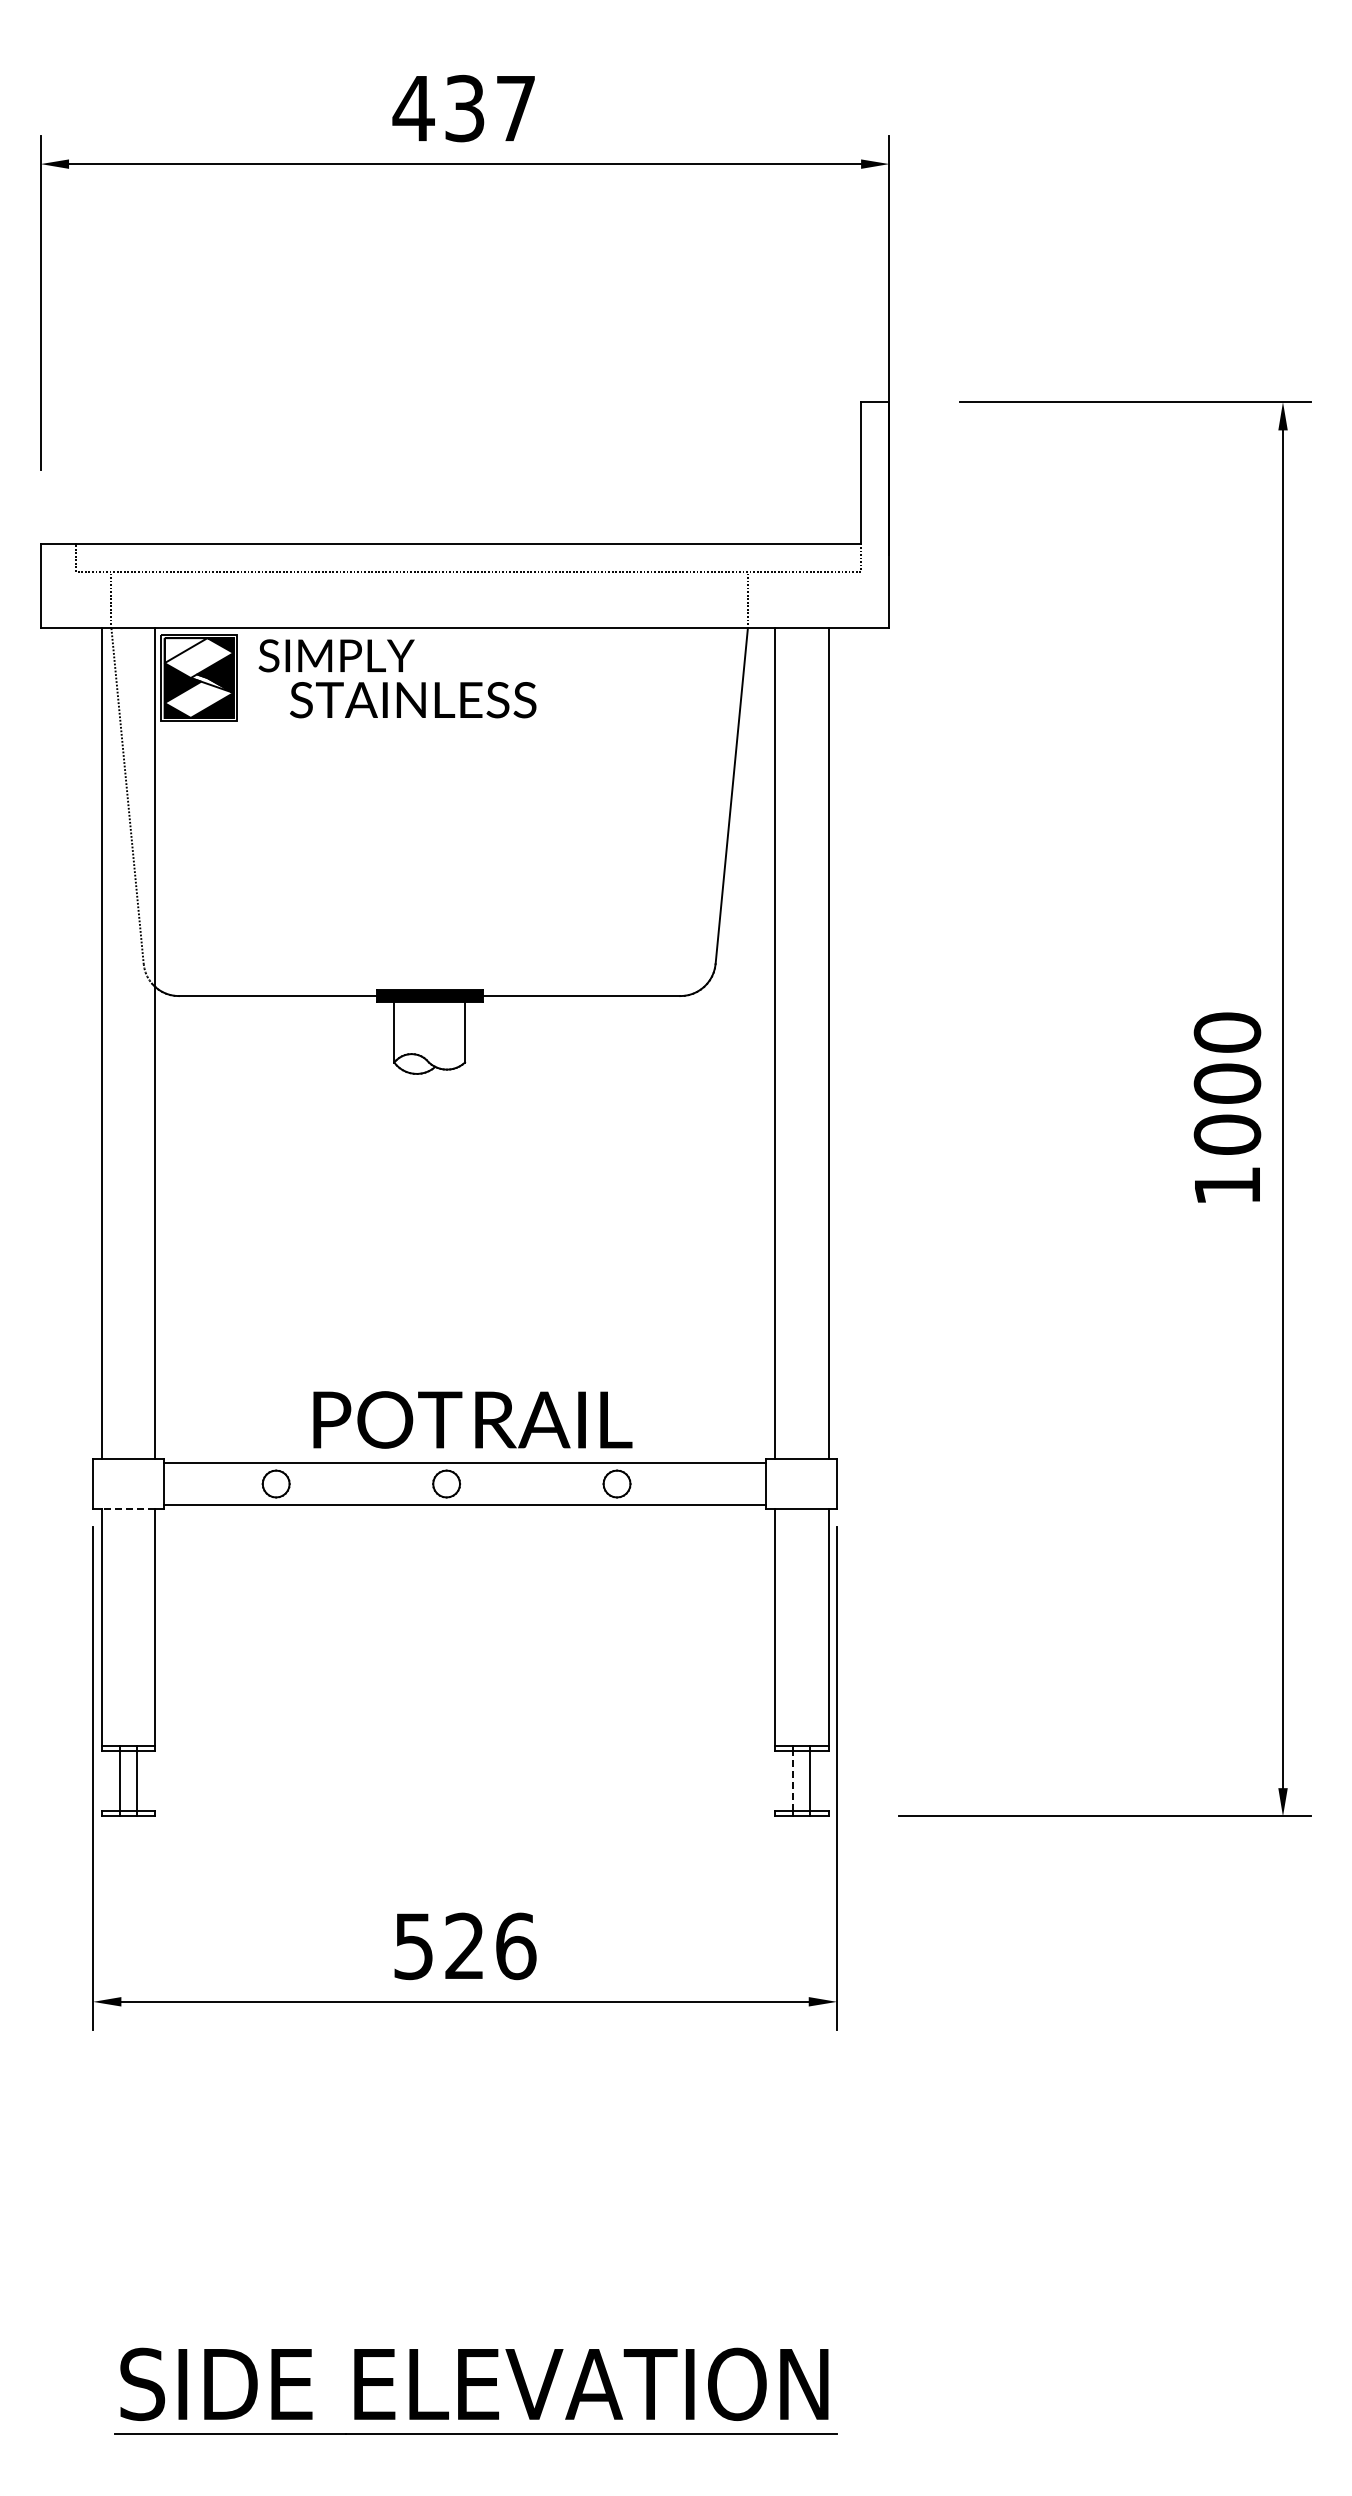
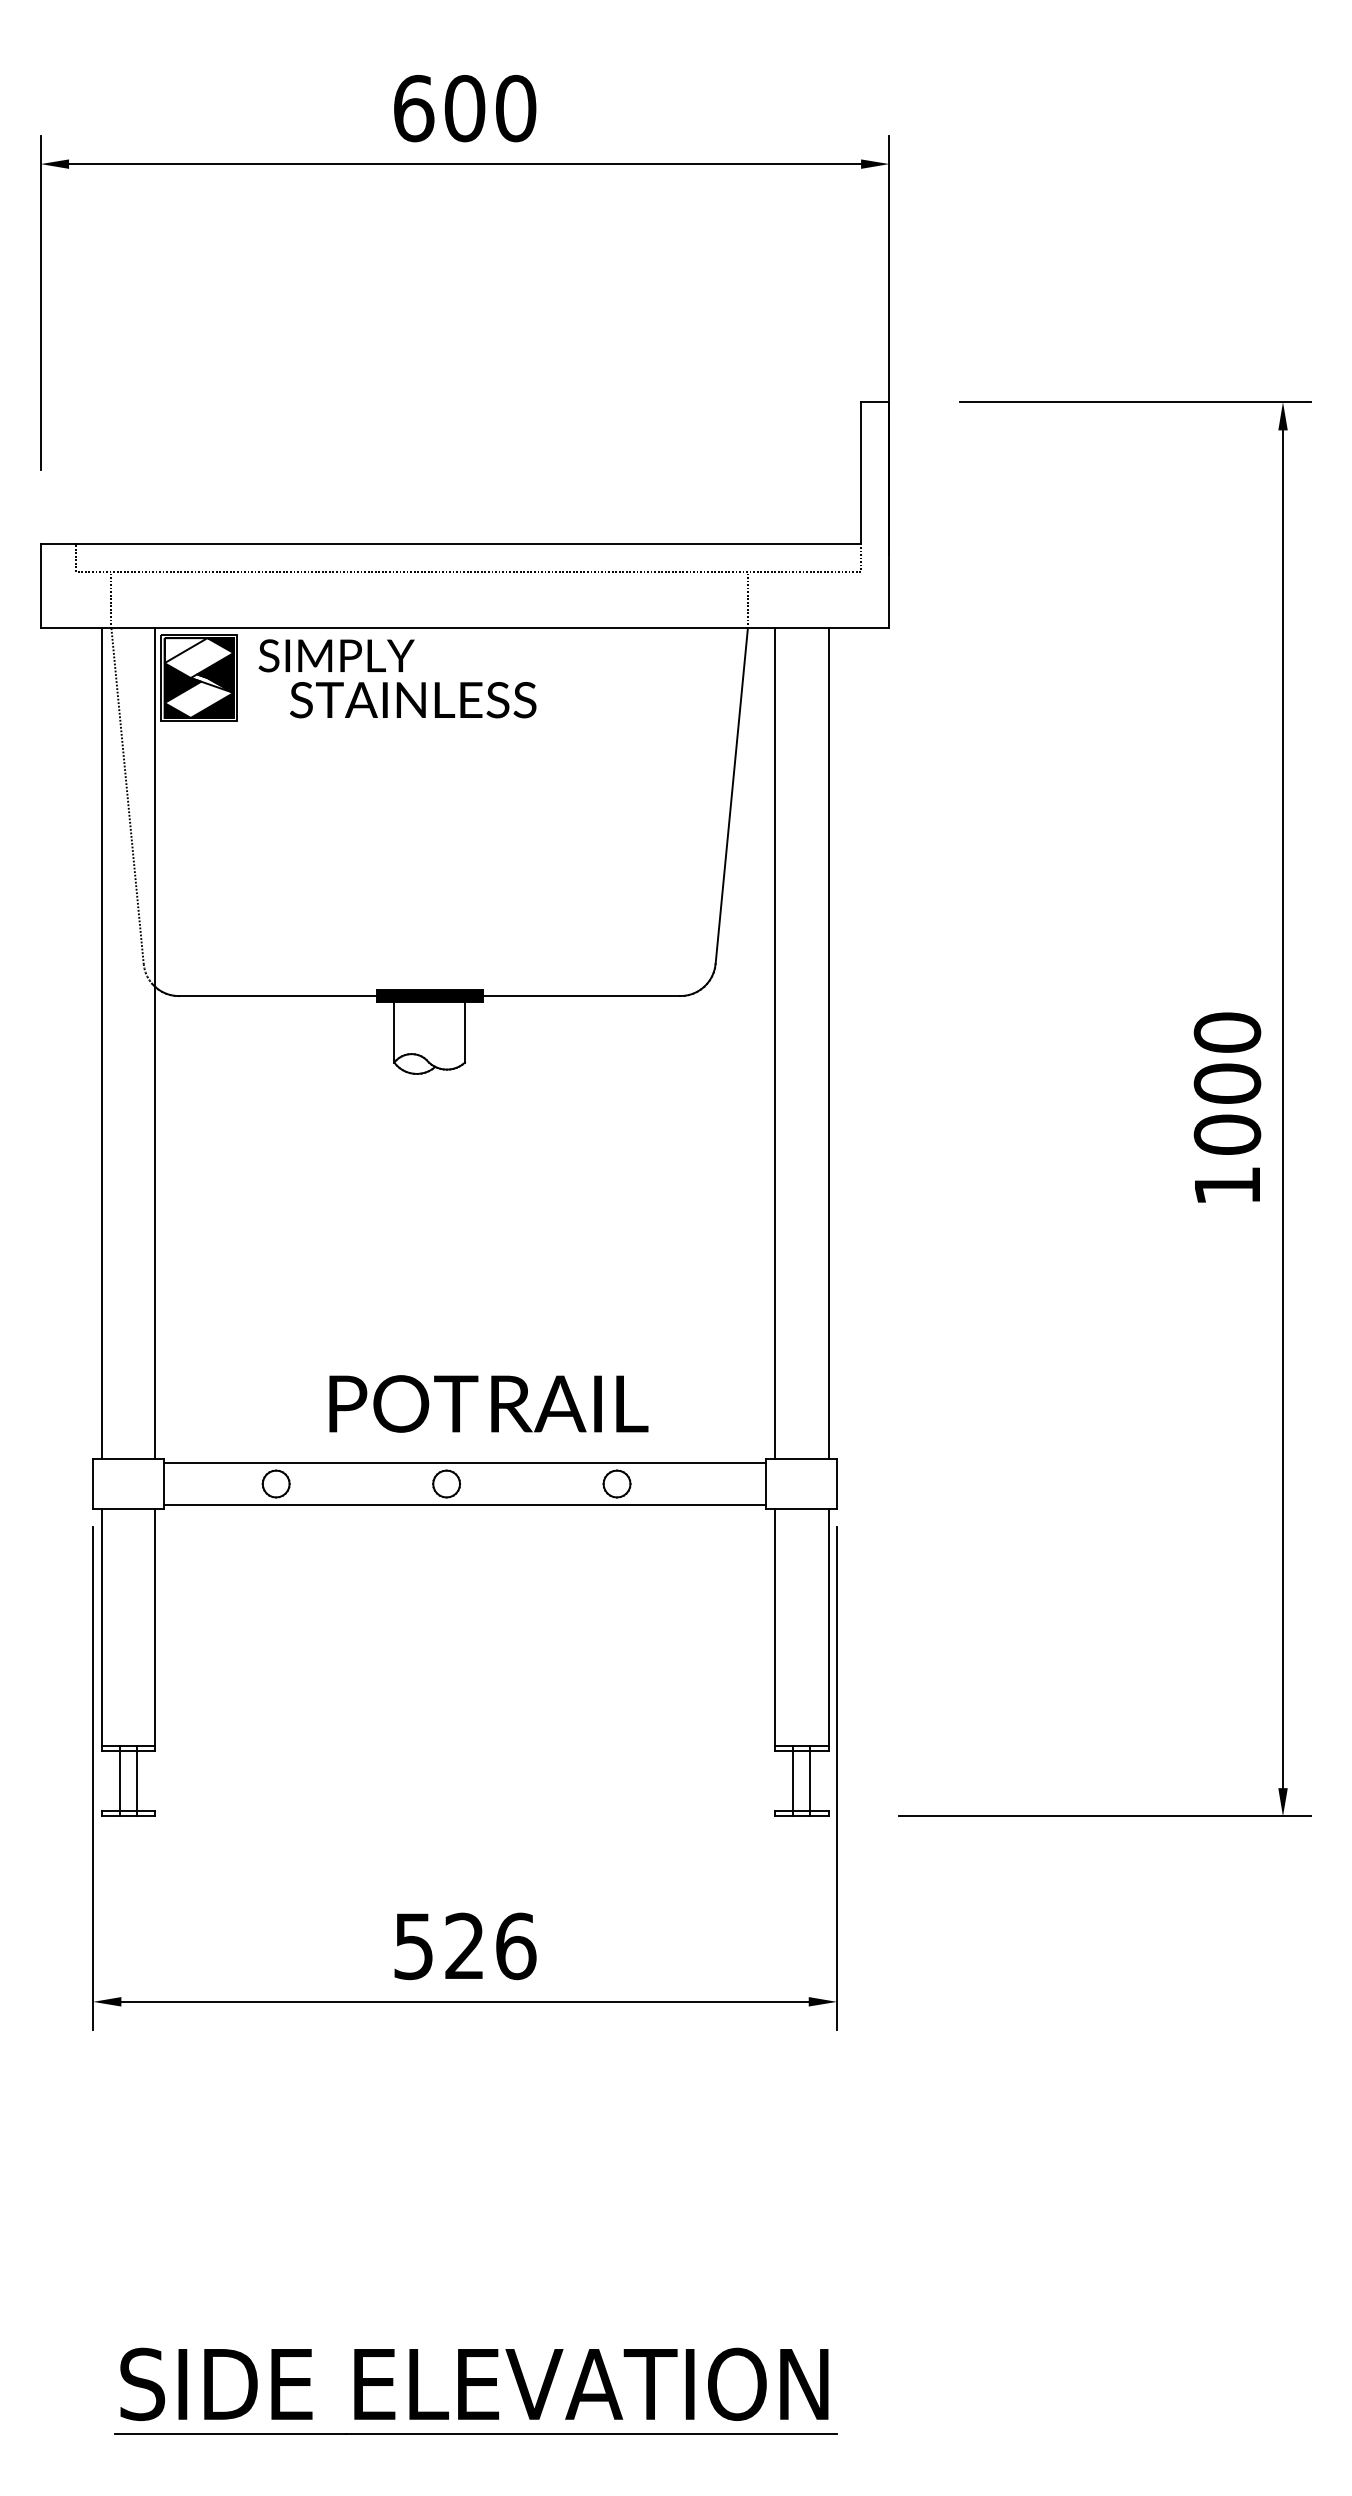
text at (464, 108): 437 -> 600
text at (472, 1419) position: (472, 1419) -> (488, 1403)
line at (128, 1508): dashed -> solid
line at (793, 1781): dashed -> solid
